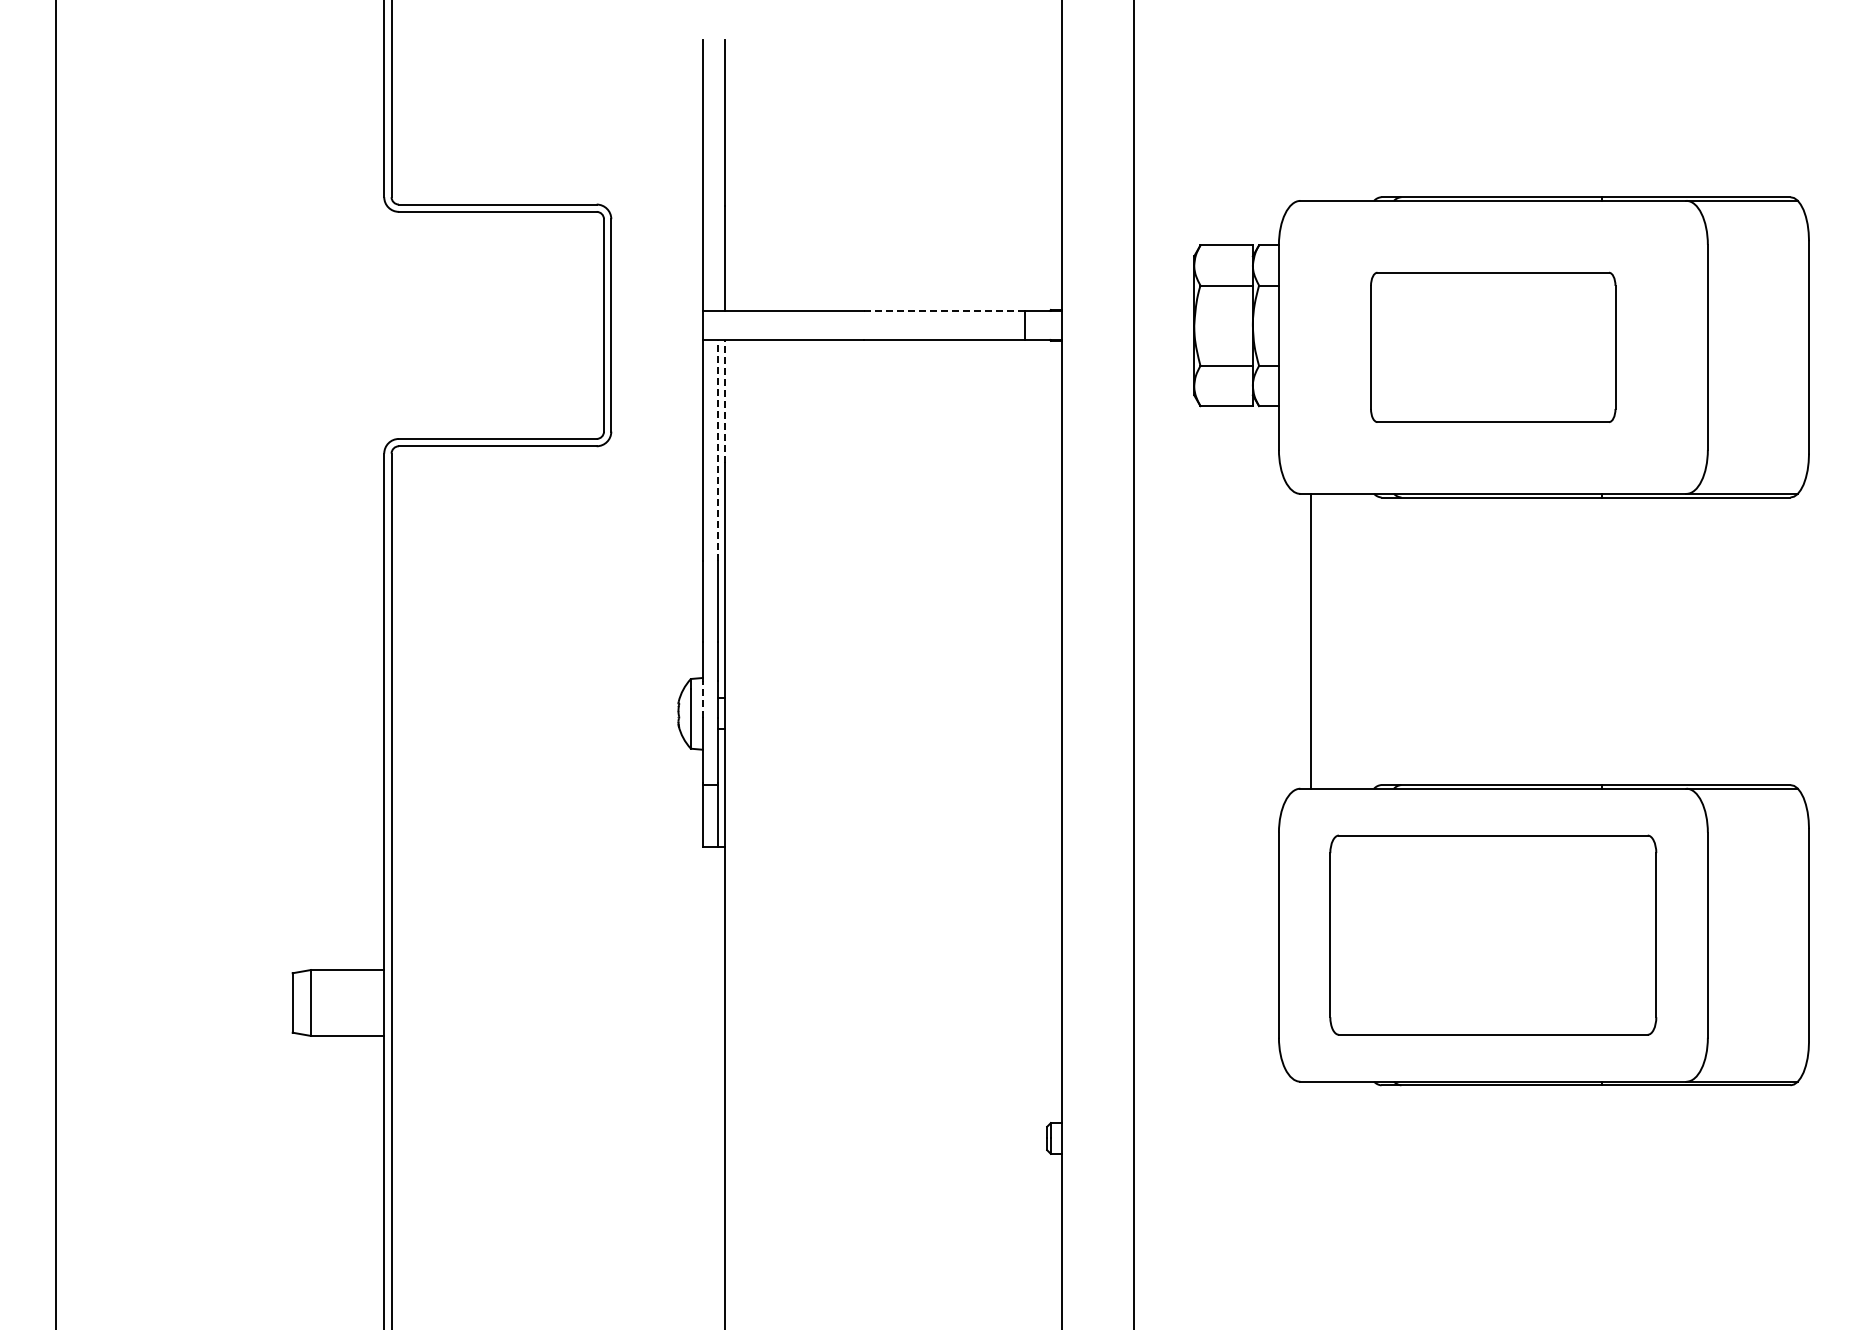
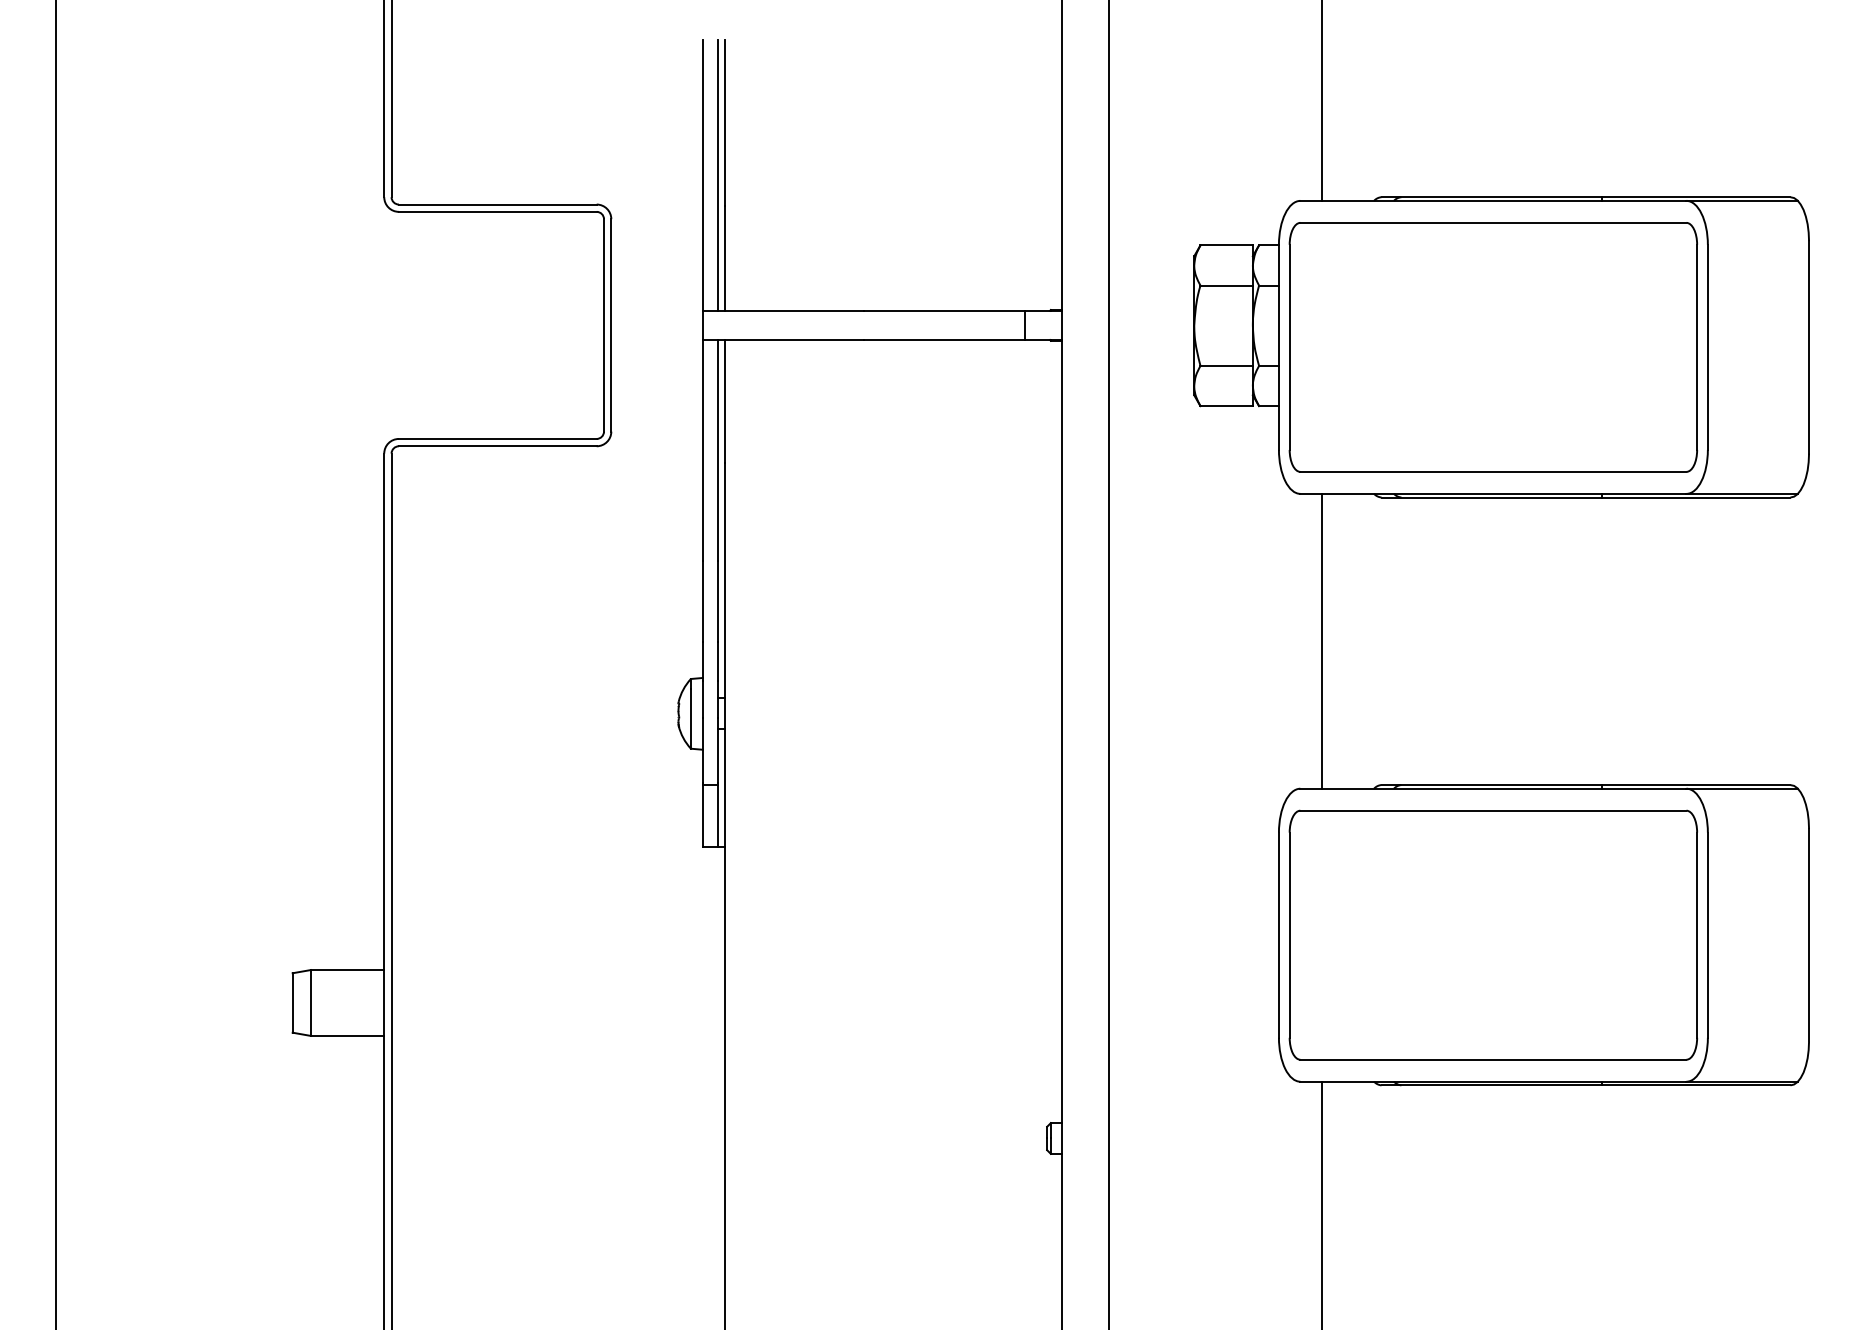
line at (1321, 101): none -> present
line at (717, 174): none -> present
line at (944, 310): dashed -> solid
part at (1493, 346) size: 247x152 px -> 410x251 px
line at (724, 401): dashed -> solid
line at (717, 450): dashed -> solid
line at (1310, 640) position: (1310, 640) -> (1321, 640)
line at (1134, 664) position: (1134, 664) -> (1109, 664)
line at (702, 699): dashed -> solid
part at (1493, 934) size: 329x202 px -> 410x252 px
line at (1321, 1203): none -> present
